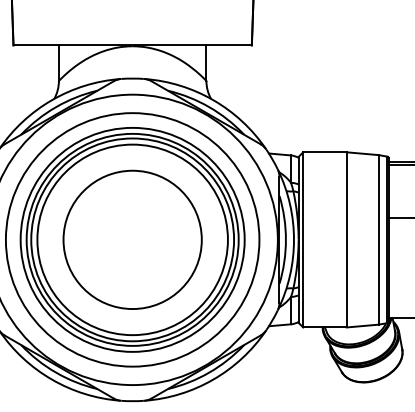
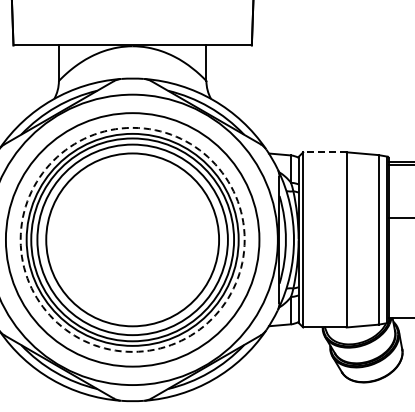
line at (324, 152): solid -> dashed
circle at (132, 239) diameter: 138 px -> 173 px
circle at (132, 239): solid -> dashed
